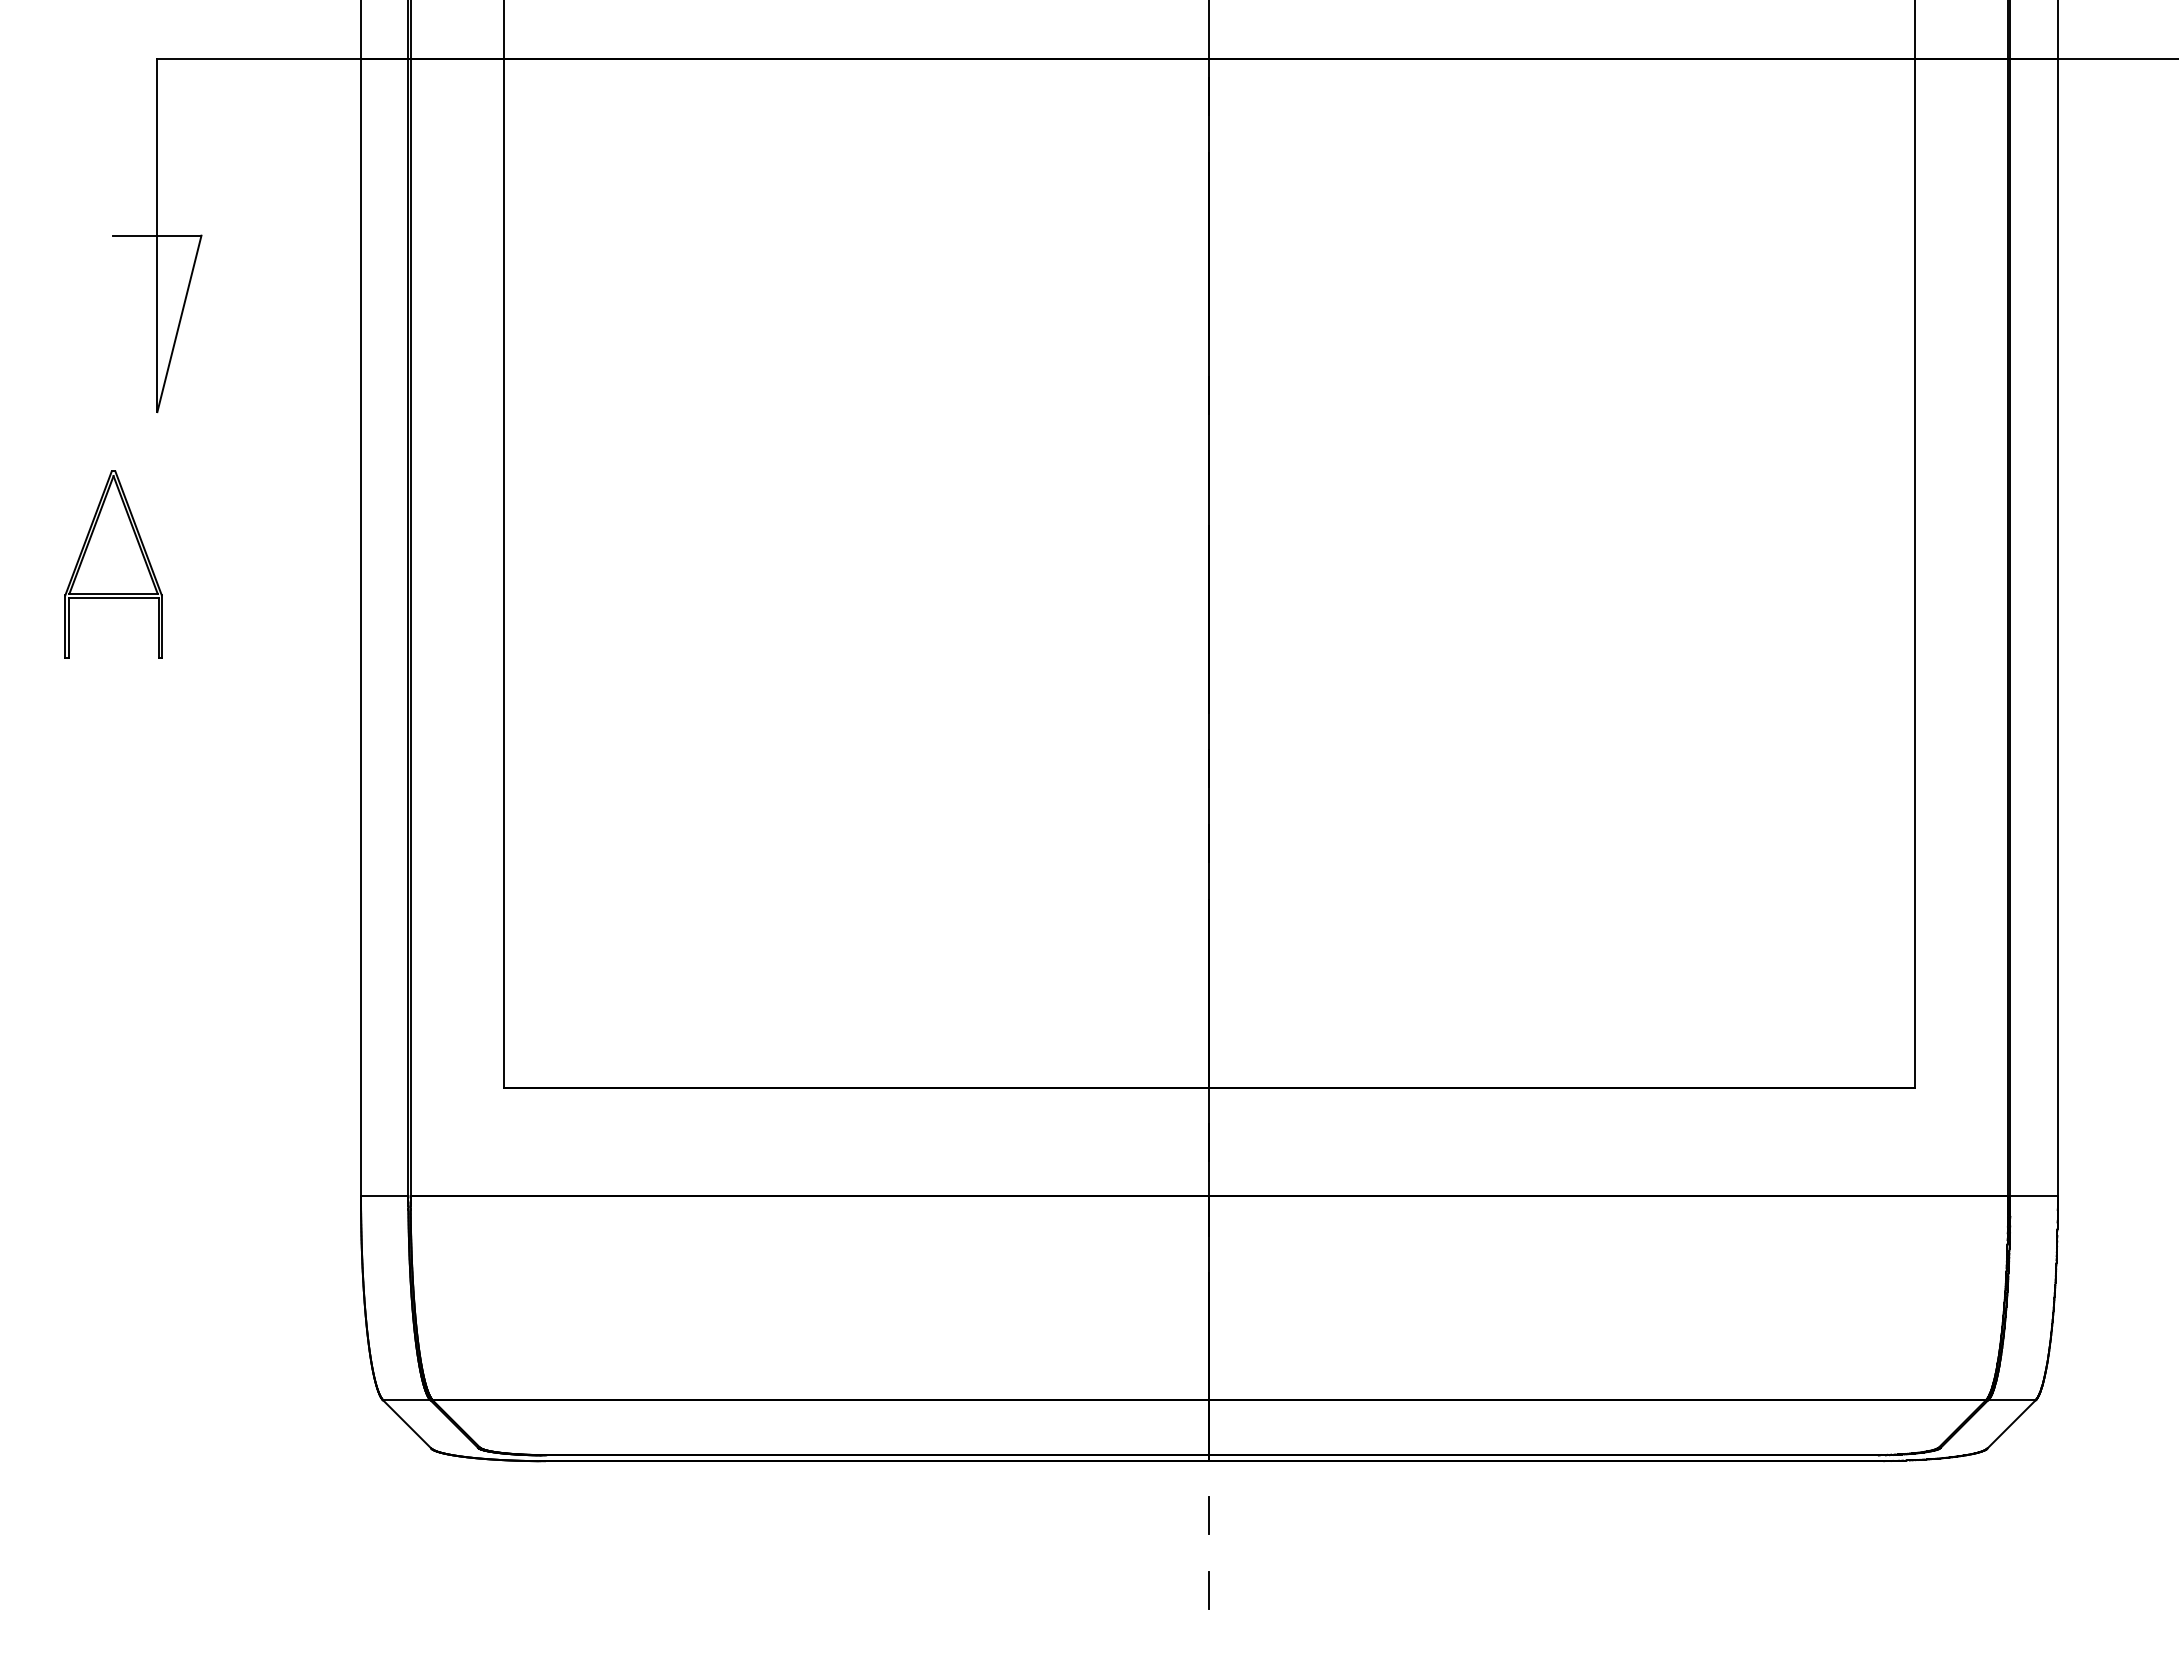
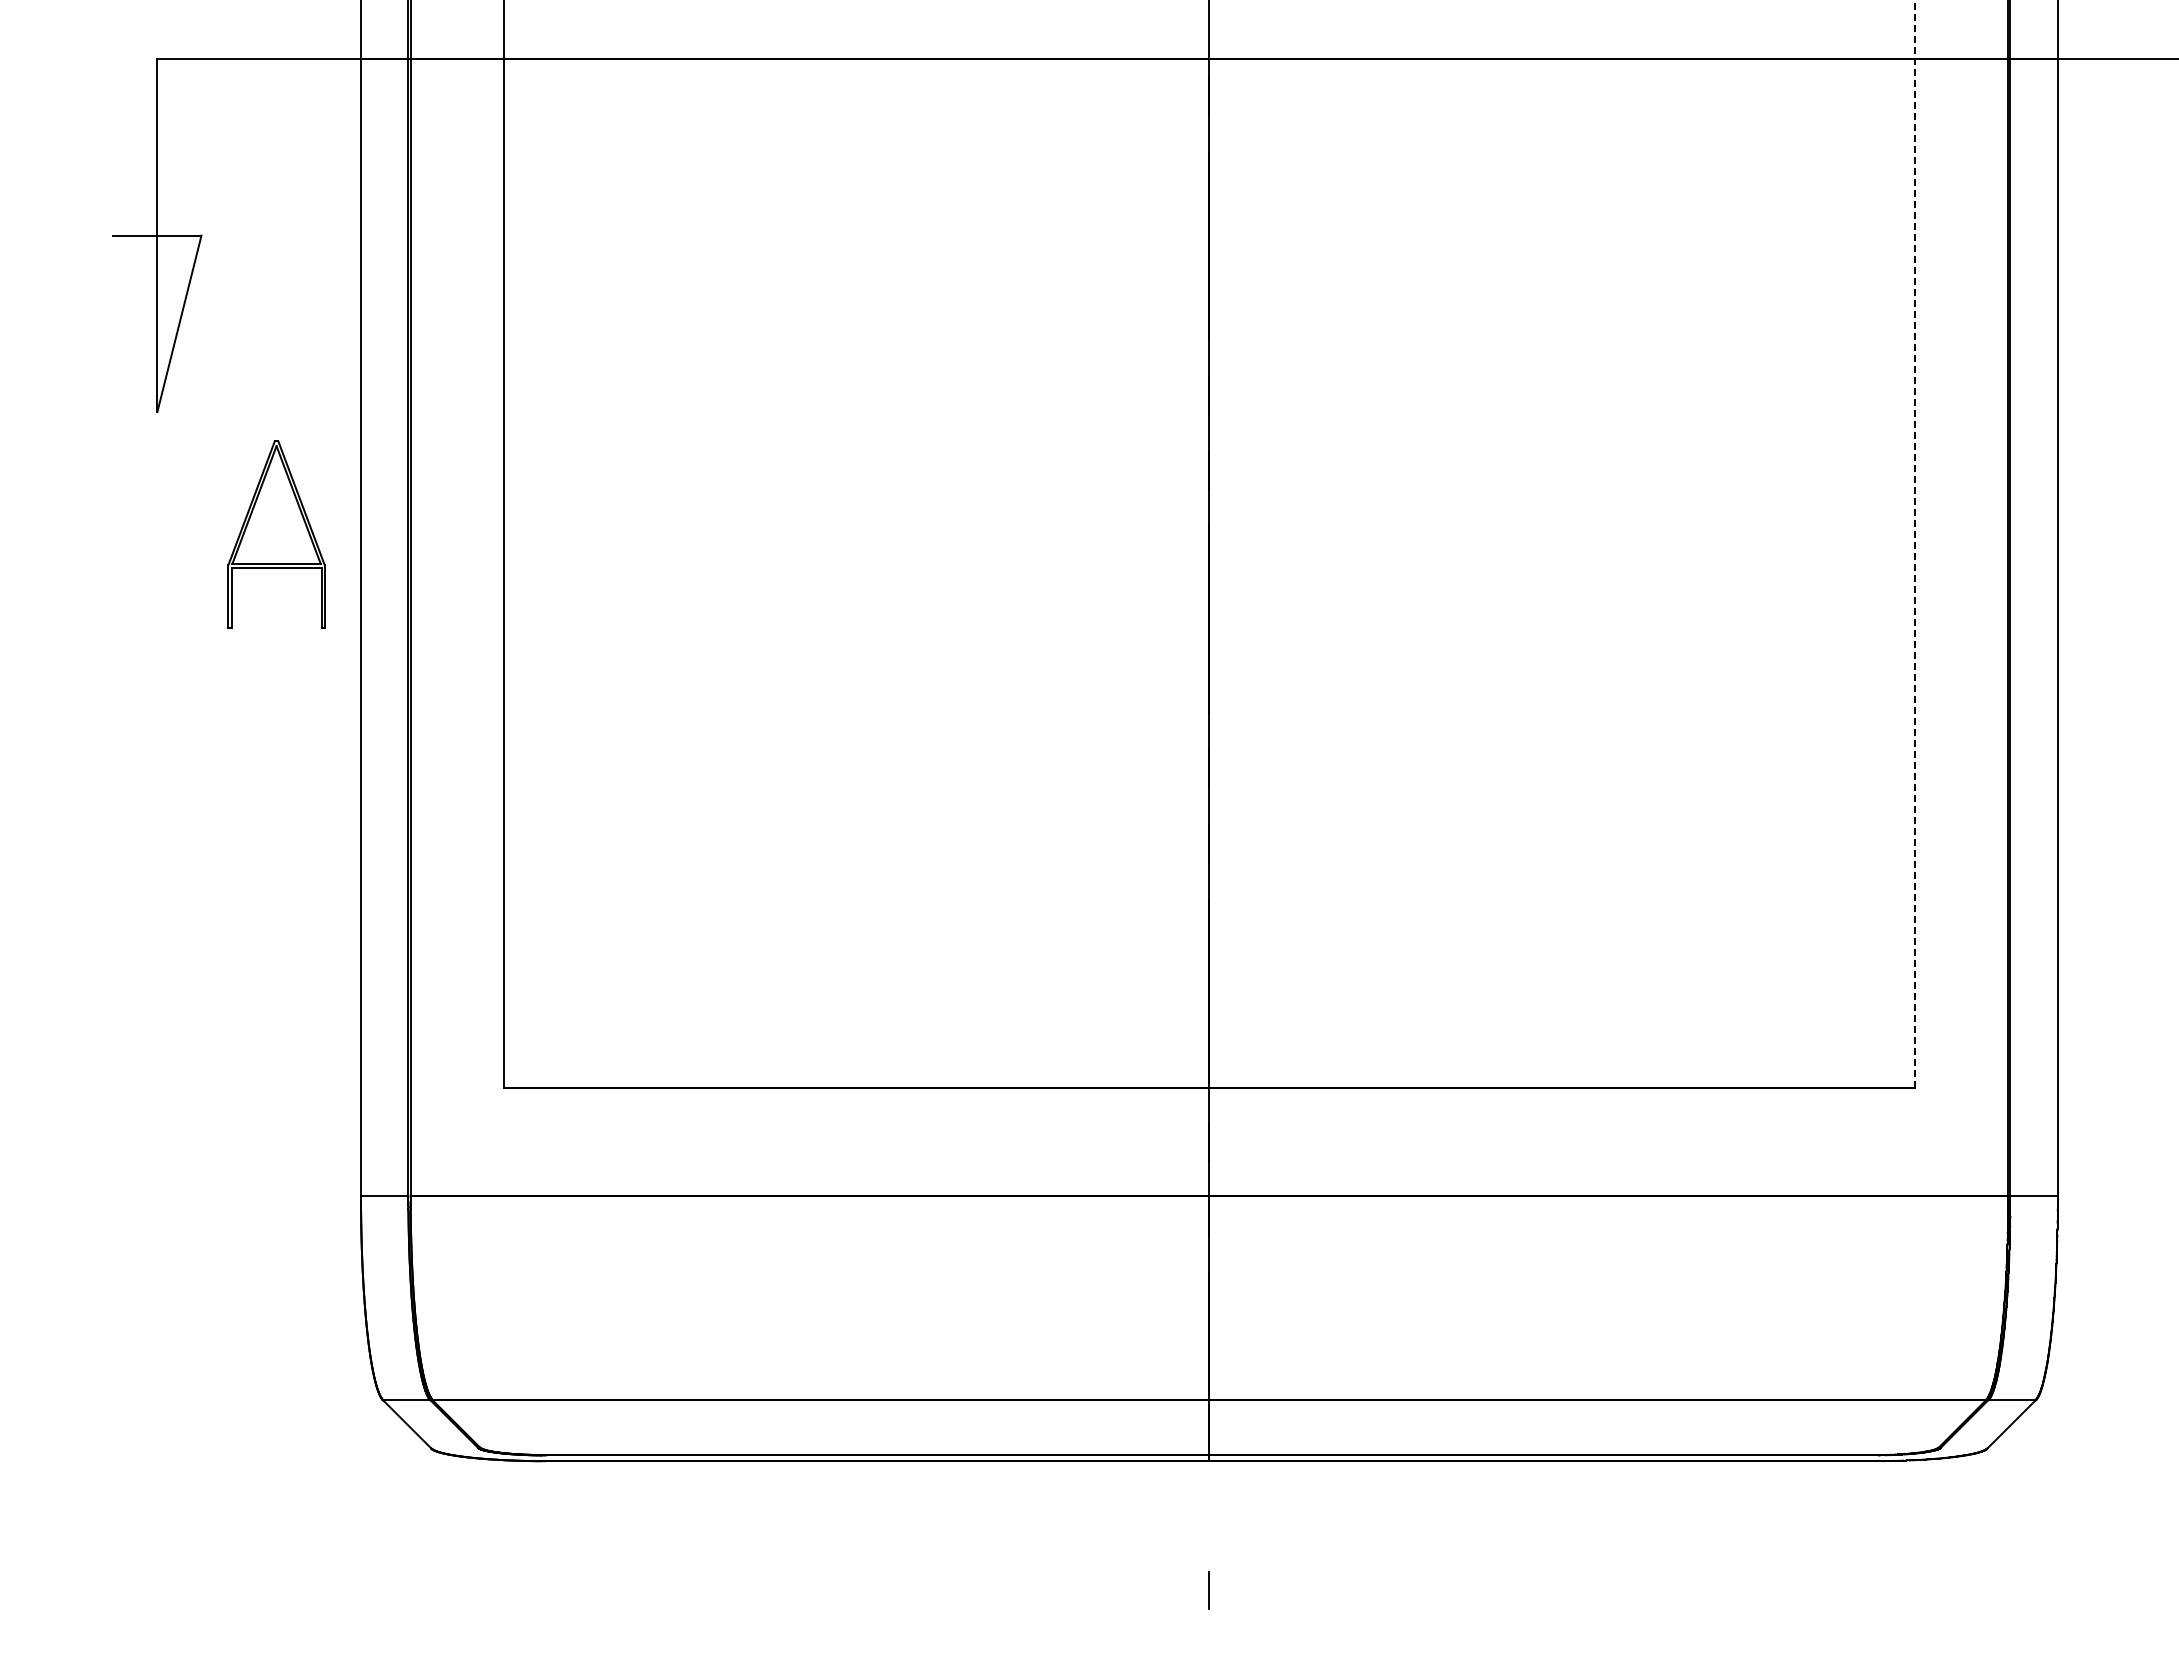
line at (1915, 544): solid -> dashed
part at (113, 564) position: (113, 564) -> (276, 534)
line at (1208, 1515): present -> none
